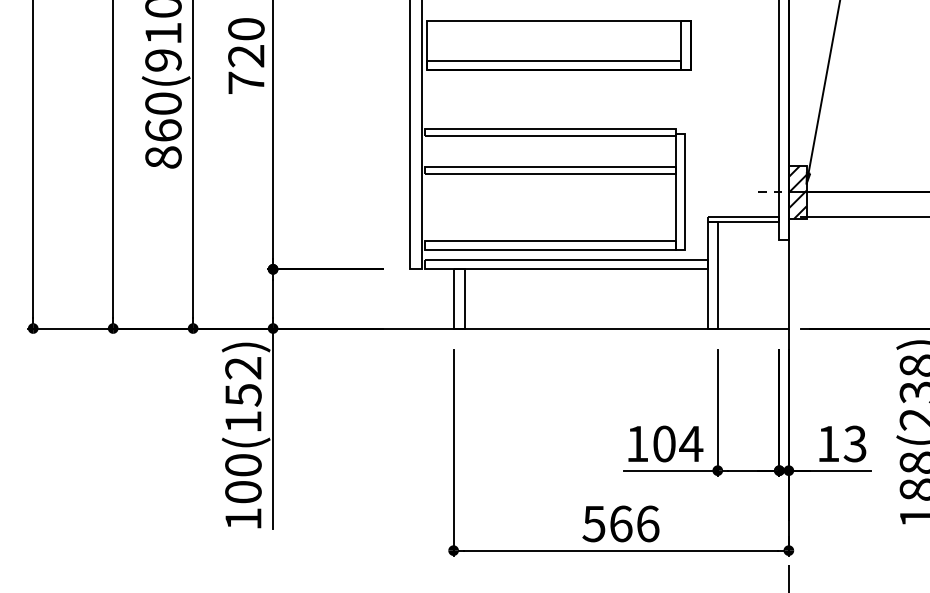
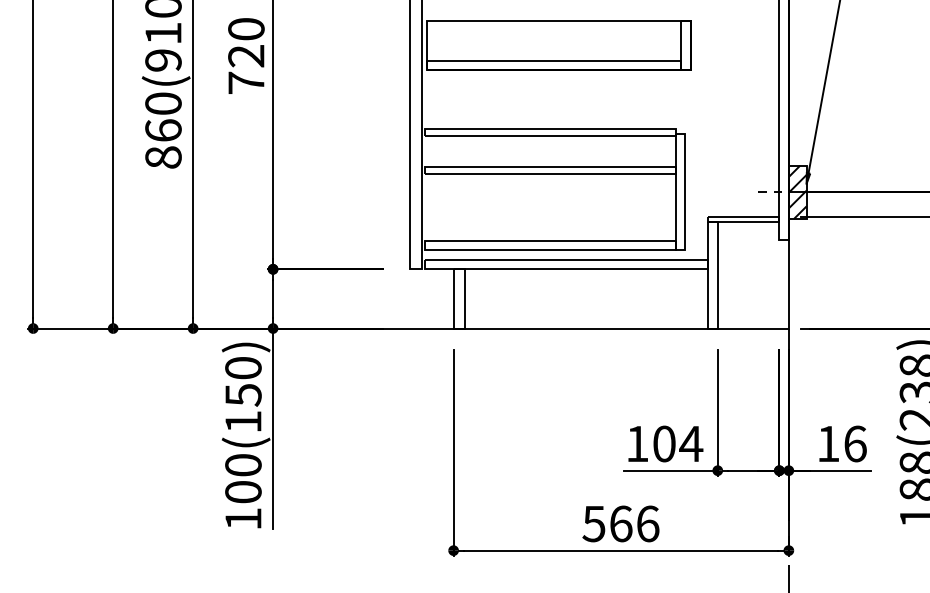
text at (243, 368): 100(152) -> 100(150)
text at (854, 443): 13 -> 16
